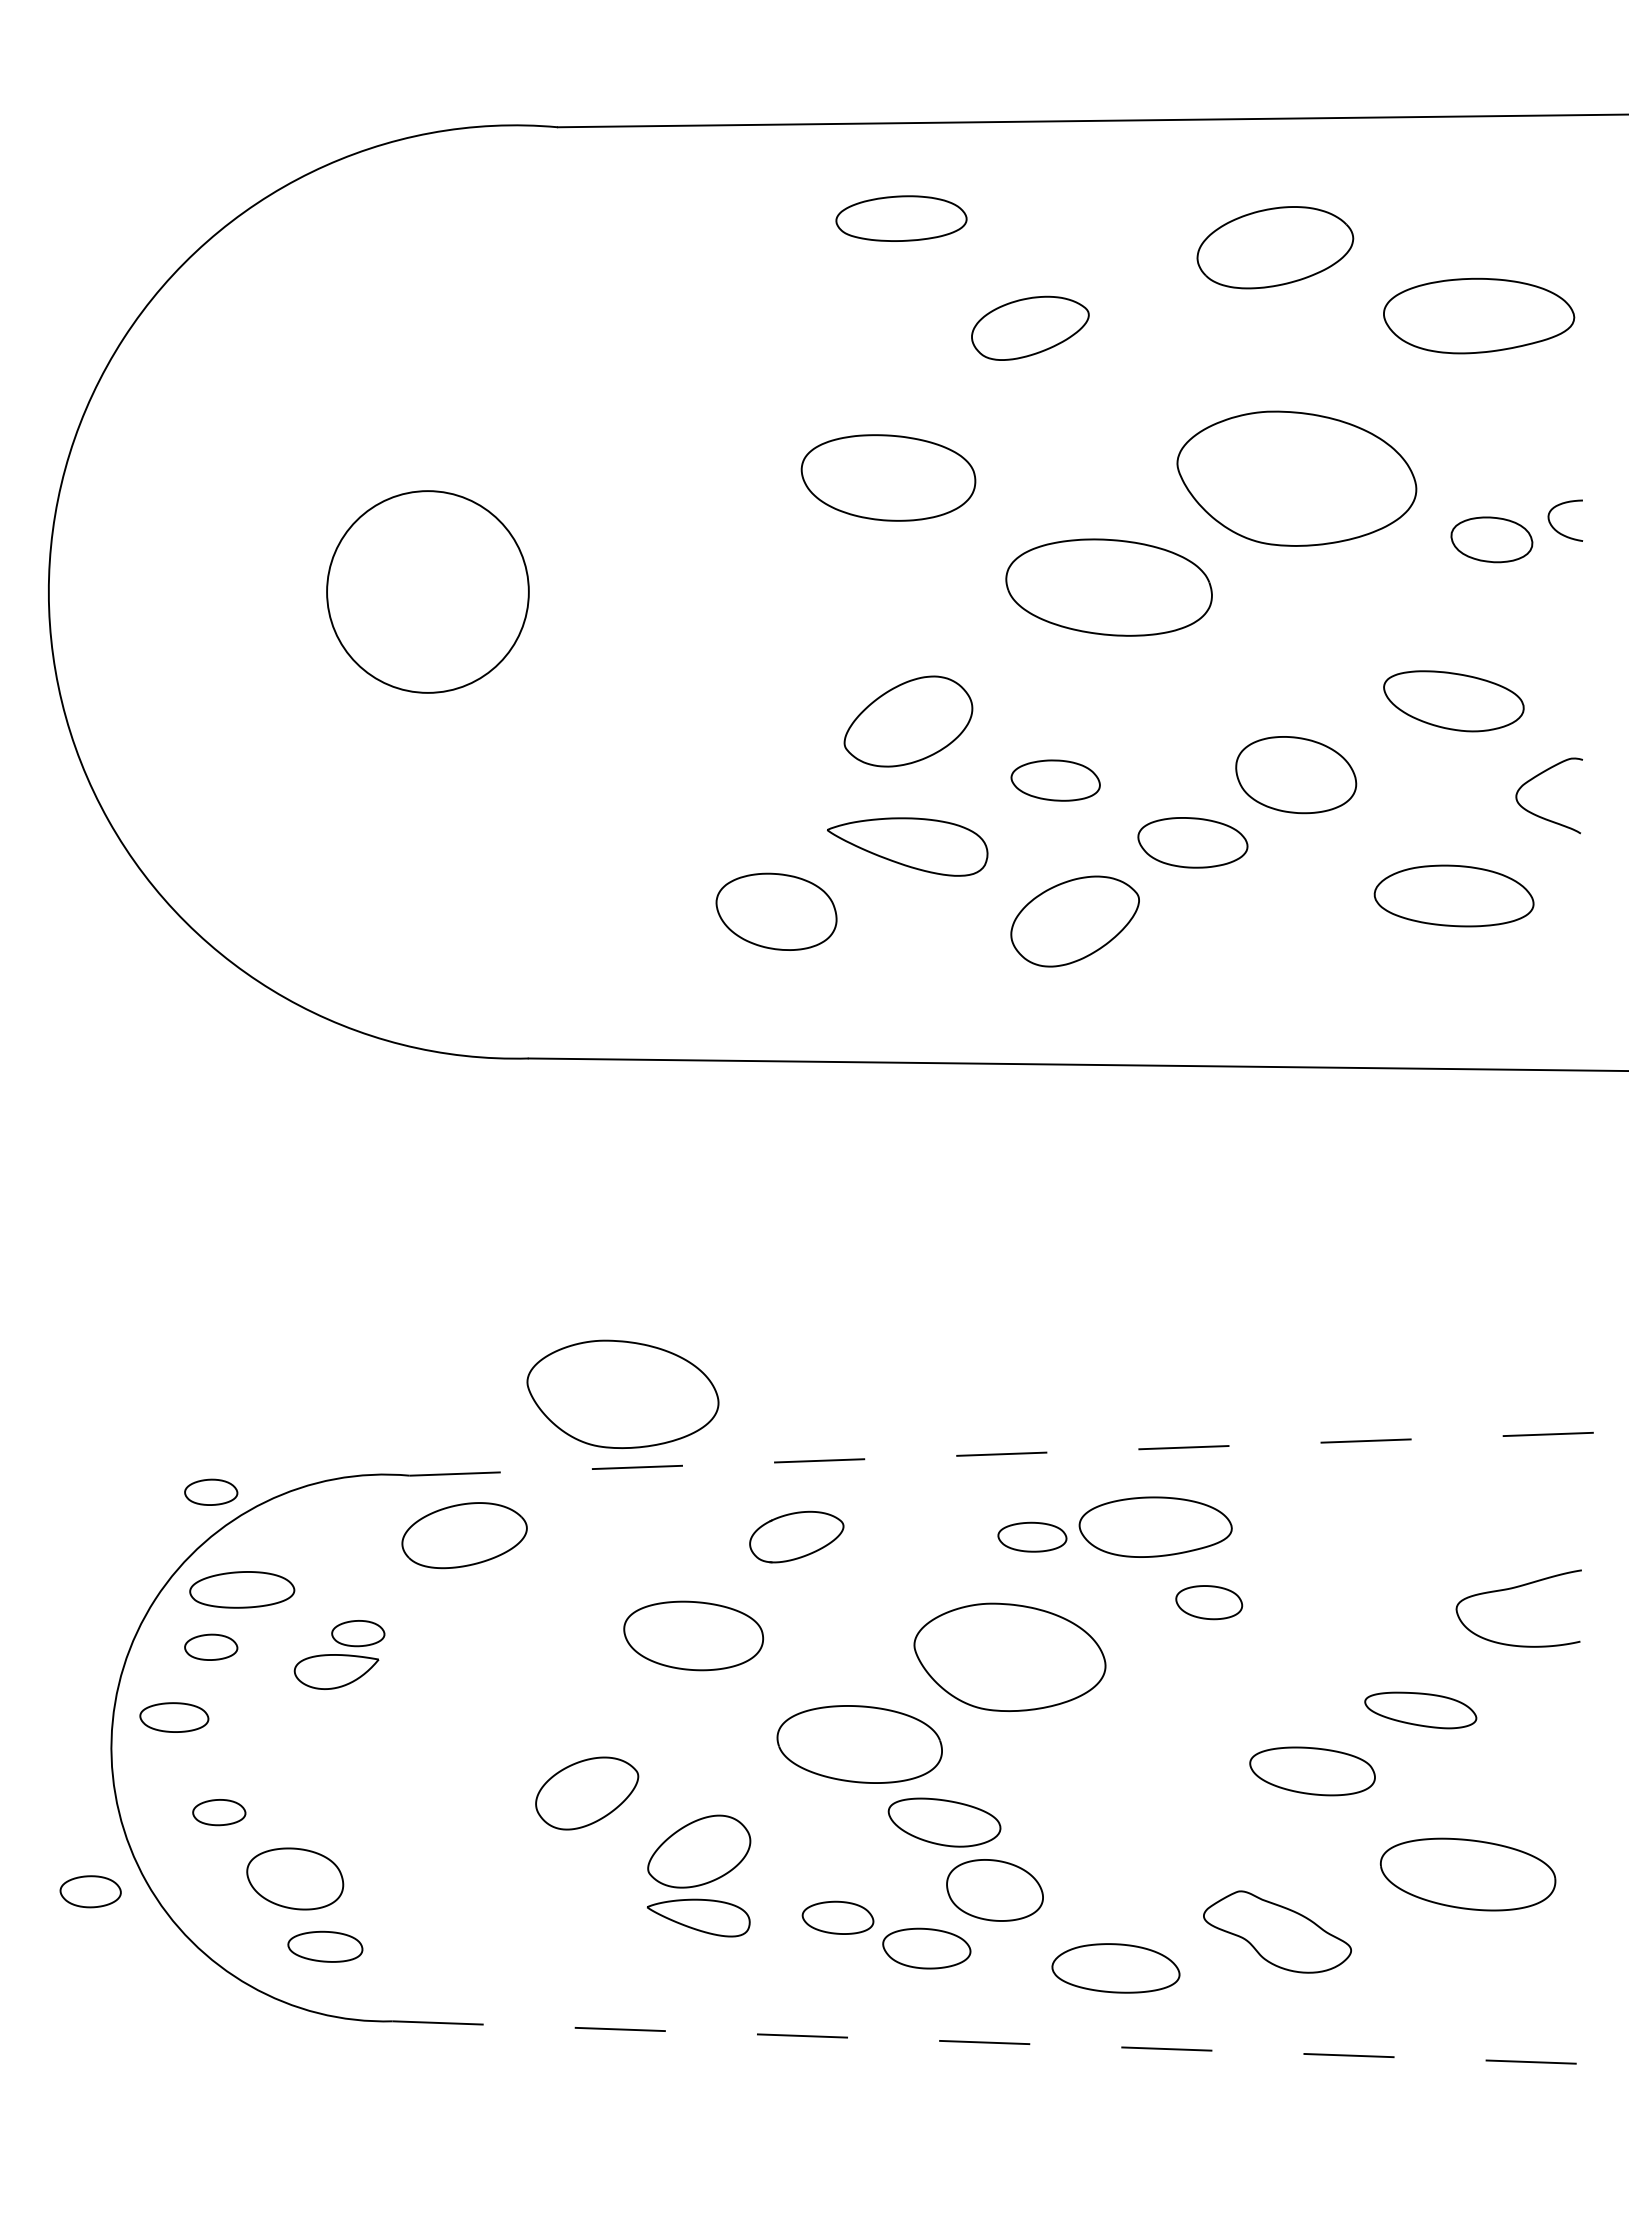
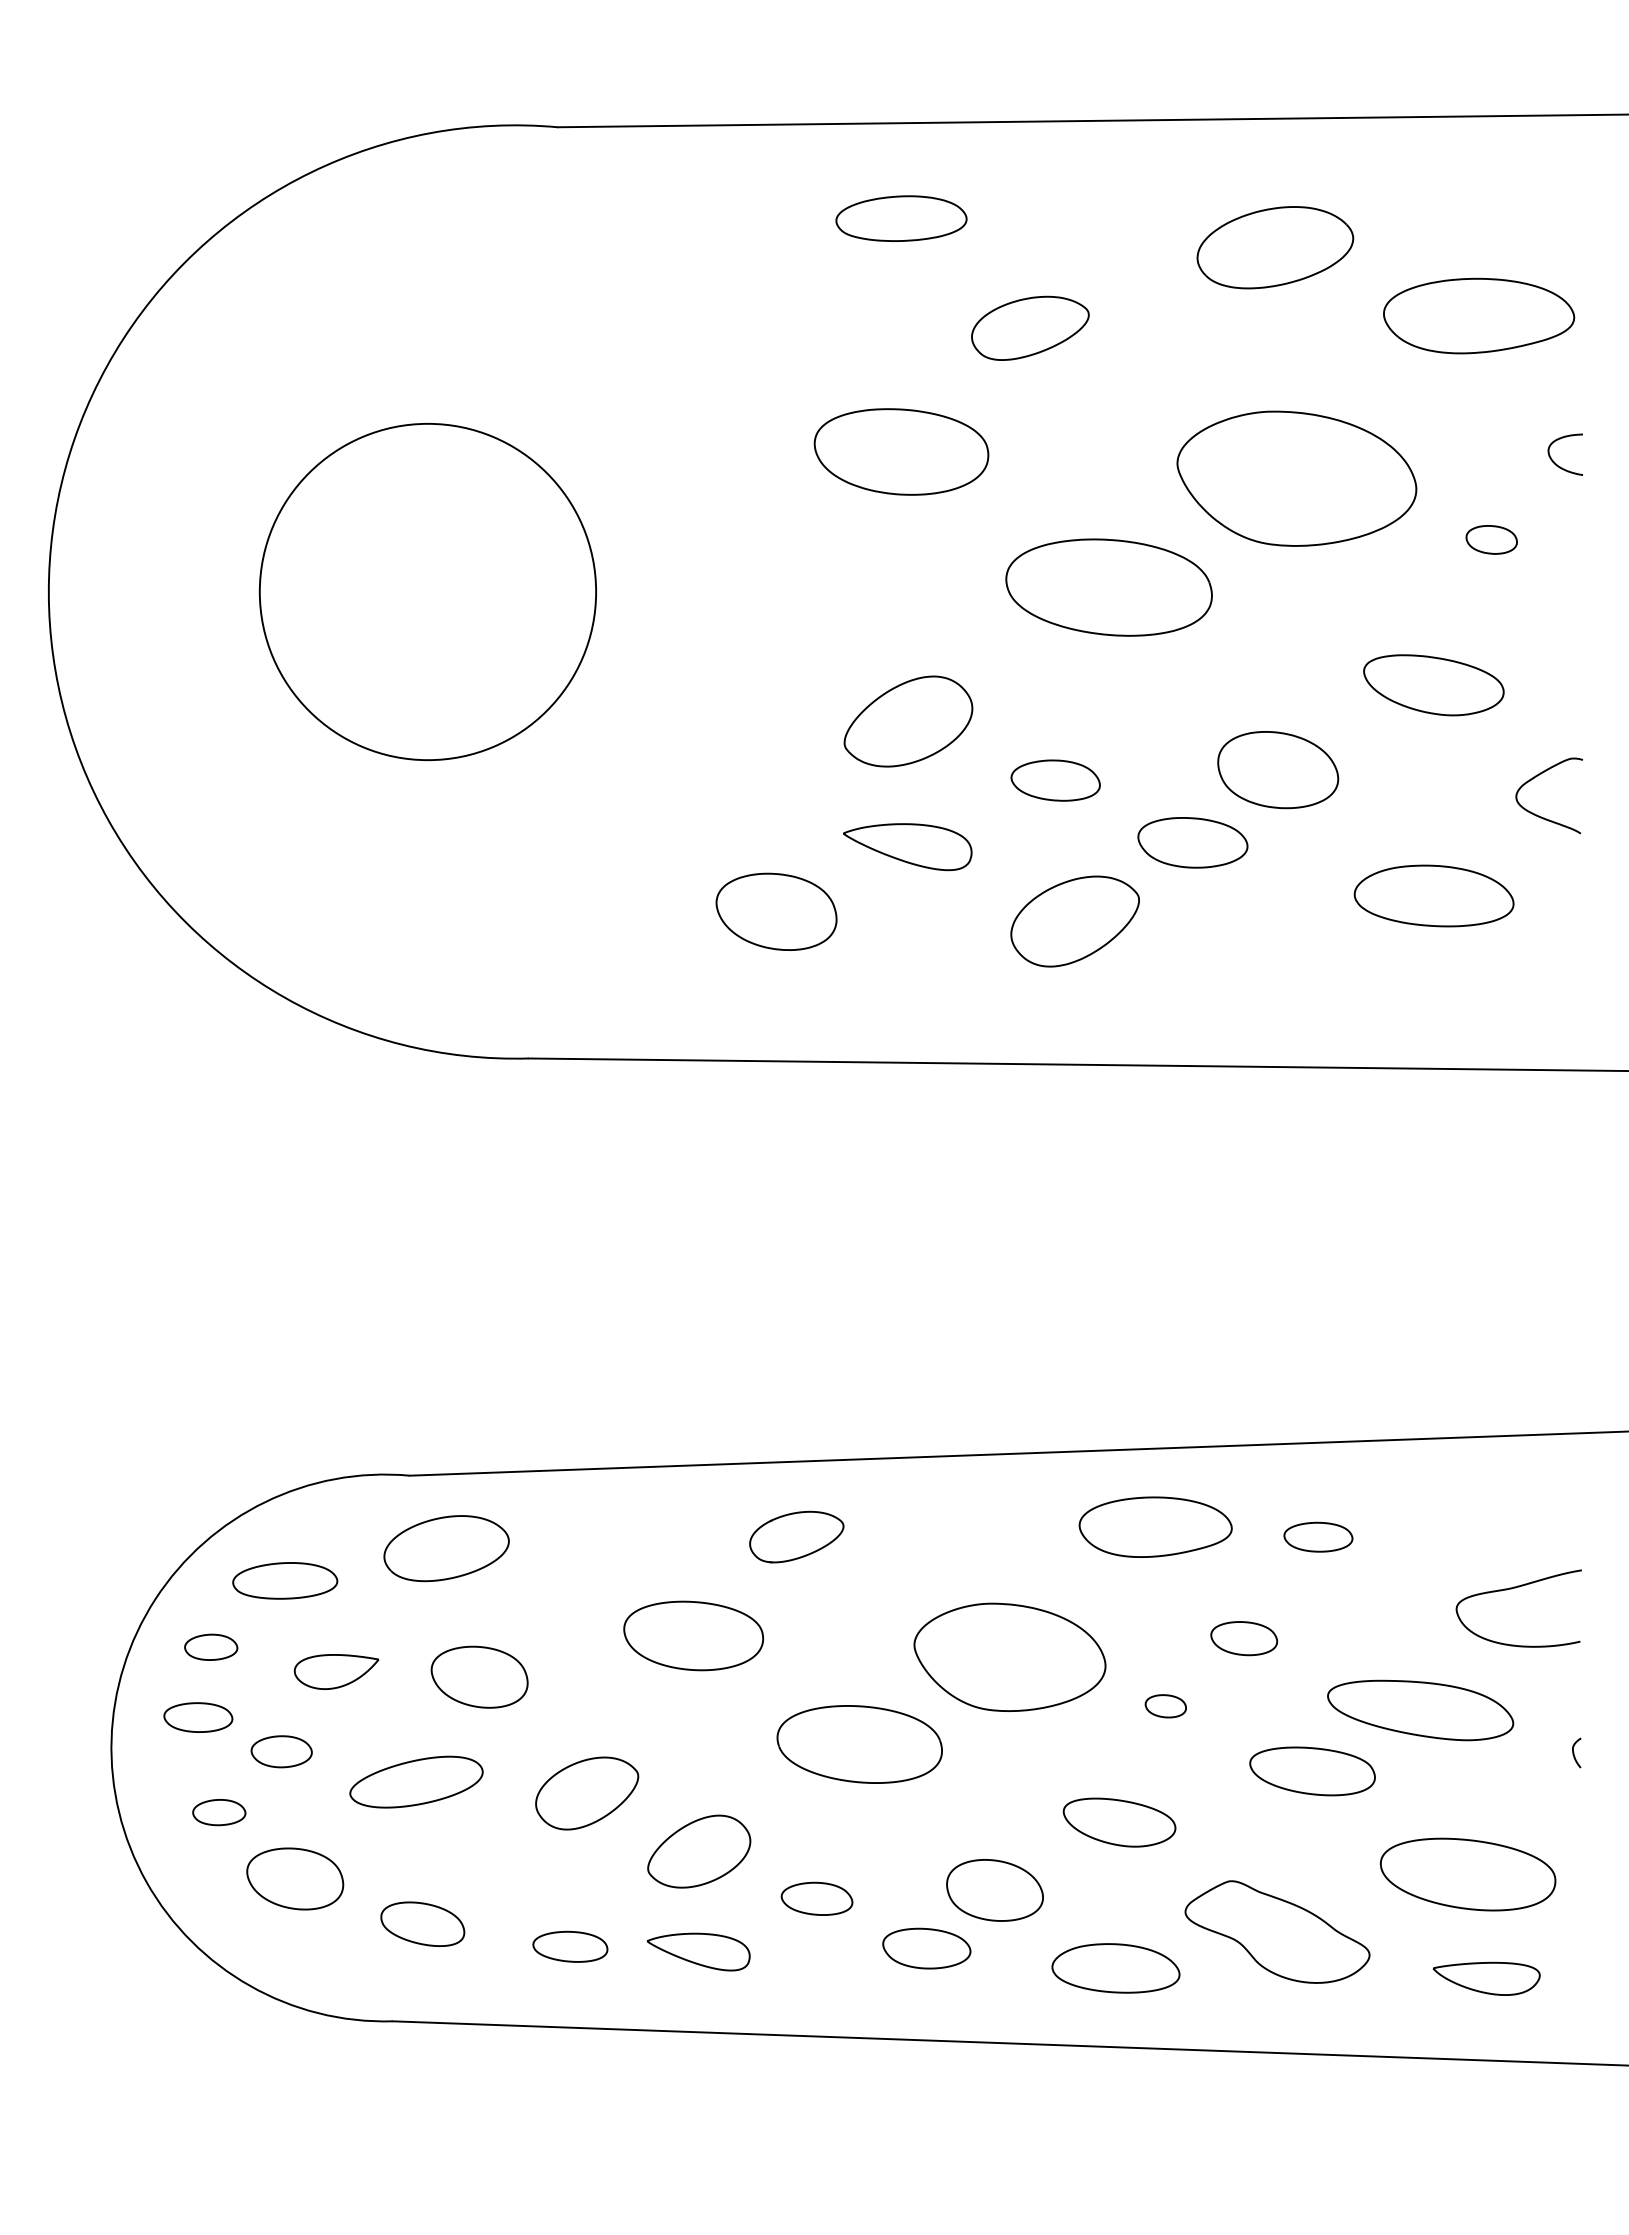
part at (888, 477) position: (888, 477) -> (901, 451)
curve at (1556, 529) position: (1556, 529) -> (1556, 463)
part at (1491, 539) size: 84x48 px -> 53x30 px
circle at (427, 591) diameter: 202 px -> 336 px
part at (1453, 701) position: (1453, 701) -> (1433, 685)
part at (1296, 775) position: (1296, 775) -> (1278, 770)
part at (907, 846) size: 162x60 px -> 130x49 px
part at (1453, 895) position: (1453, 895) -> (1433, 895)
part at (622, 1393): present -> none
line at (1019, 1453): dashed -> solid
part at (211, 1491): present -> none
part at (464, 1535) position: (464, 1535) -> (446, 1548)
part at (1032, 1536) position: (1032, 1536) -> (1318, 1536)
part at (242, 1589) position: (242, 1589) -> (285, 1580)
part at (1209, 1602) position: (1209, 1602) -> (1244, 1638)
part at (358, 1633): present -> none
part at (479, 1676): none -> present
part at (1165, 1706): none -> present
part at (1420, 1710) size: 114x39 px -> 188x63 px
part at (174, 1717) position: (174, 1717) -> (198, 1717)
curve at (1574, 1752): none -> present
part at (416, 1781): none -> present
part at (944, 1822) position: (944, 1822) -> (1119, 1822)
part at (90, 1891) position: (90, 1891) -> (281, 1751)
part at (698, 1917) position: (698, 1917) -> (698, 1951)
part at (837, 1917) position: (837, 1917) -> (816, 1898)
part at (422, 1923): none -> present
part at (1277, 1931) size: 149x84 px -> 187x104 px
part at (325, 1946) position: (325, 1946) -> (570, 1946)
part at (1486, 1978): none -> present
line at (1011, 2043): dashed -> solid
